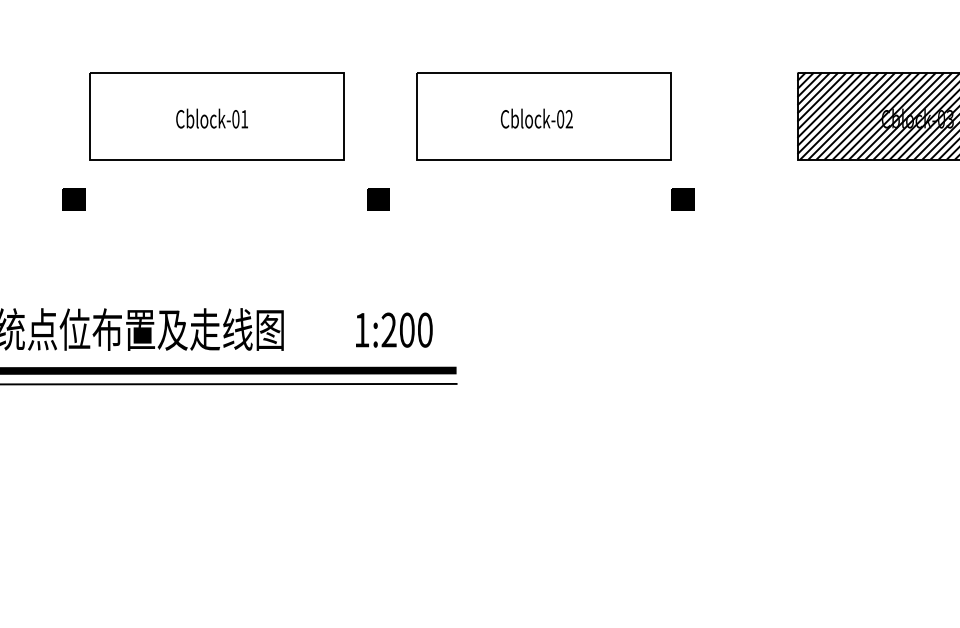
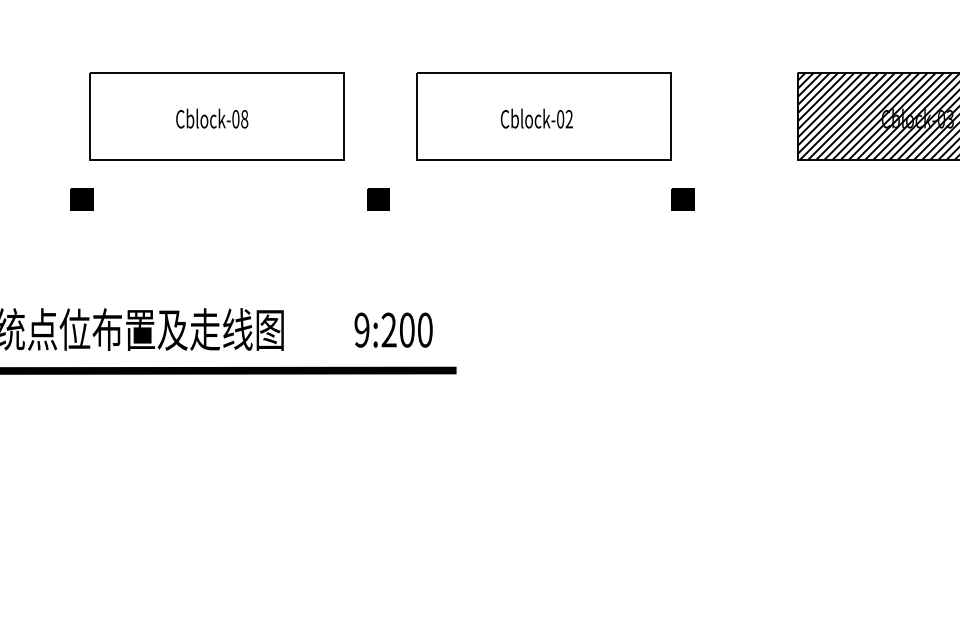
text at (244, 119): Cblock-01 -> Cblock-08
part at (73, 199) position: (73, 199) -> (81, 199)
text at (361, 329): 1:200 -> 9:200
line at (229, 383): present -> none
